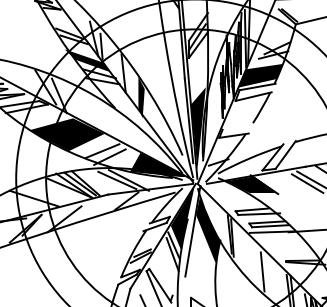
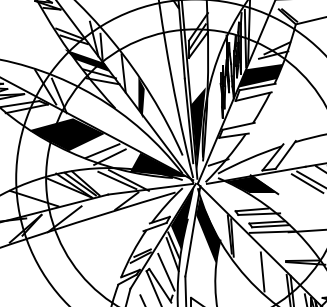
line at (238, 125): none -> present
line at (166, 271): none -> present
line at (185, 289): none -> present
